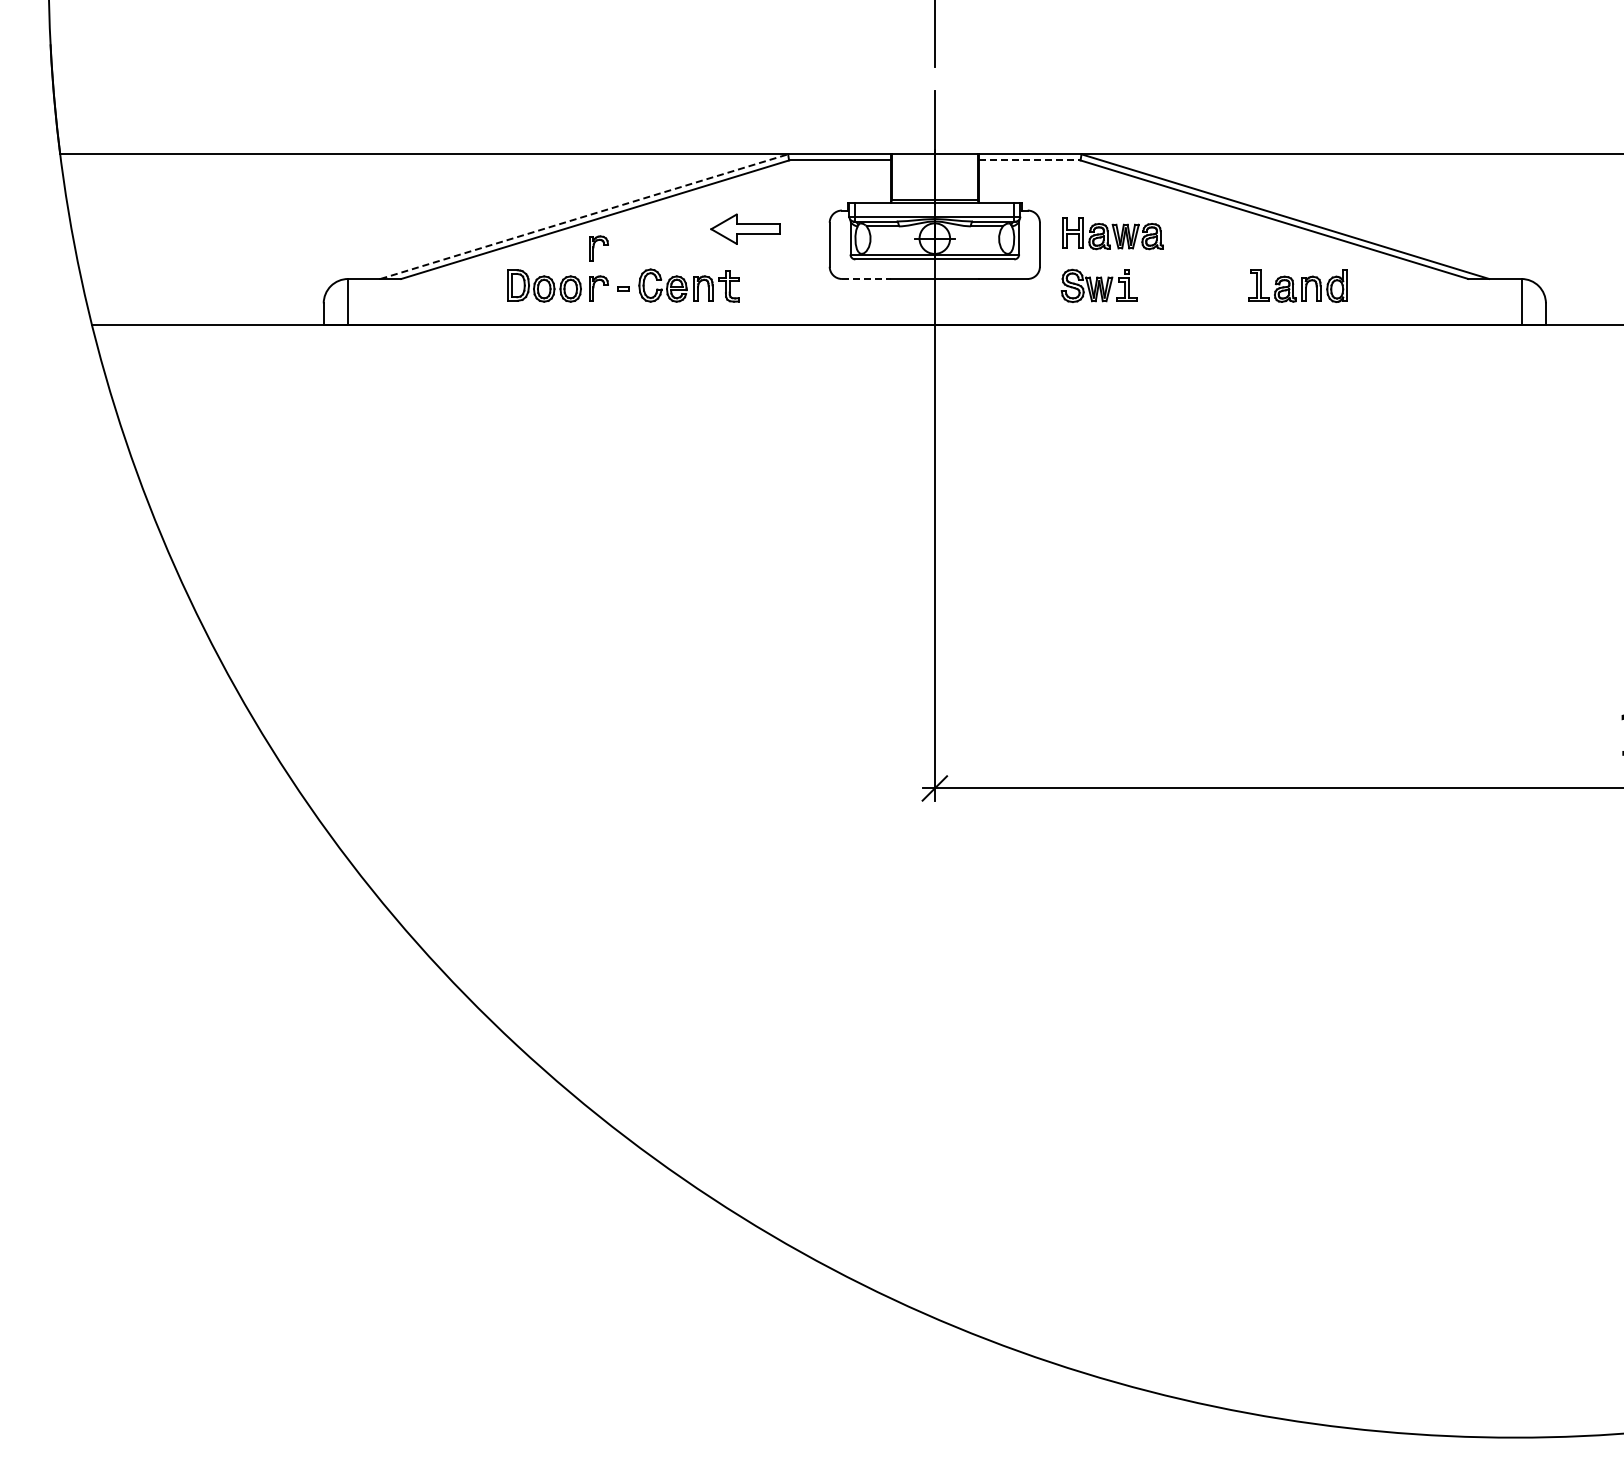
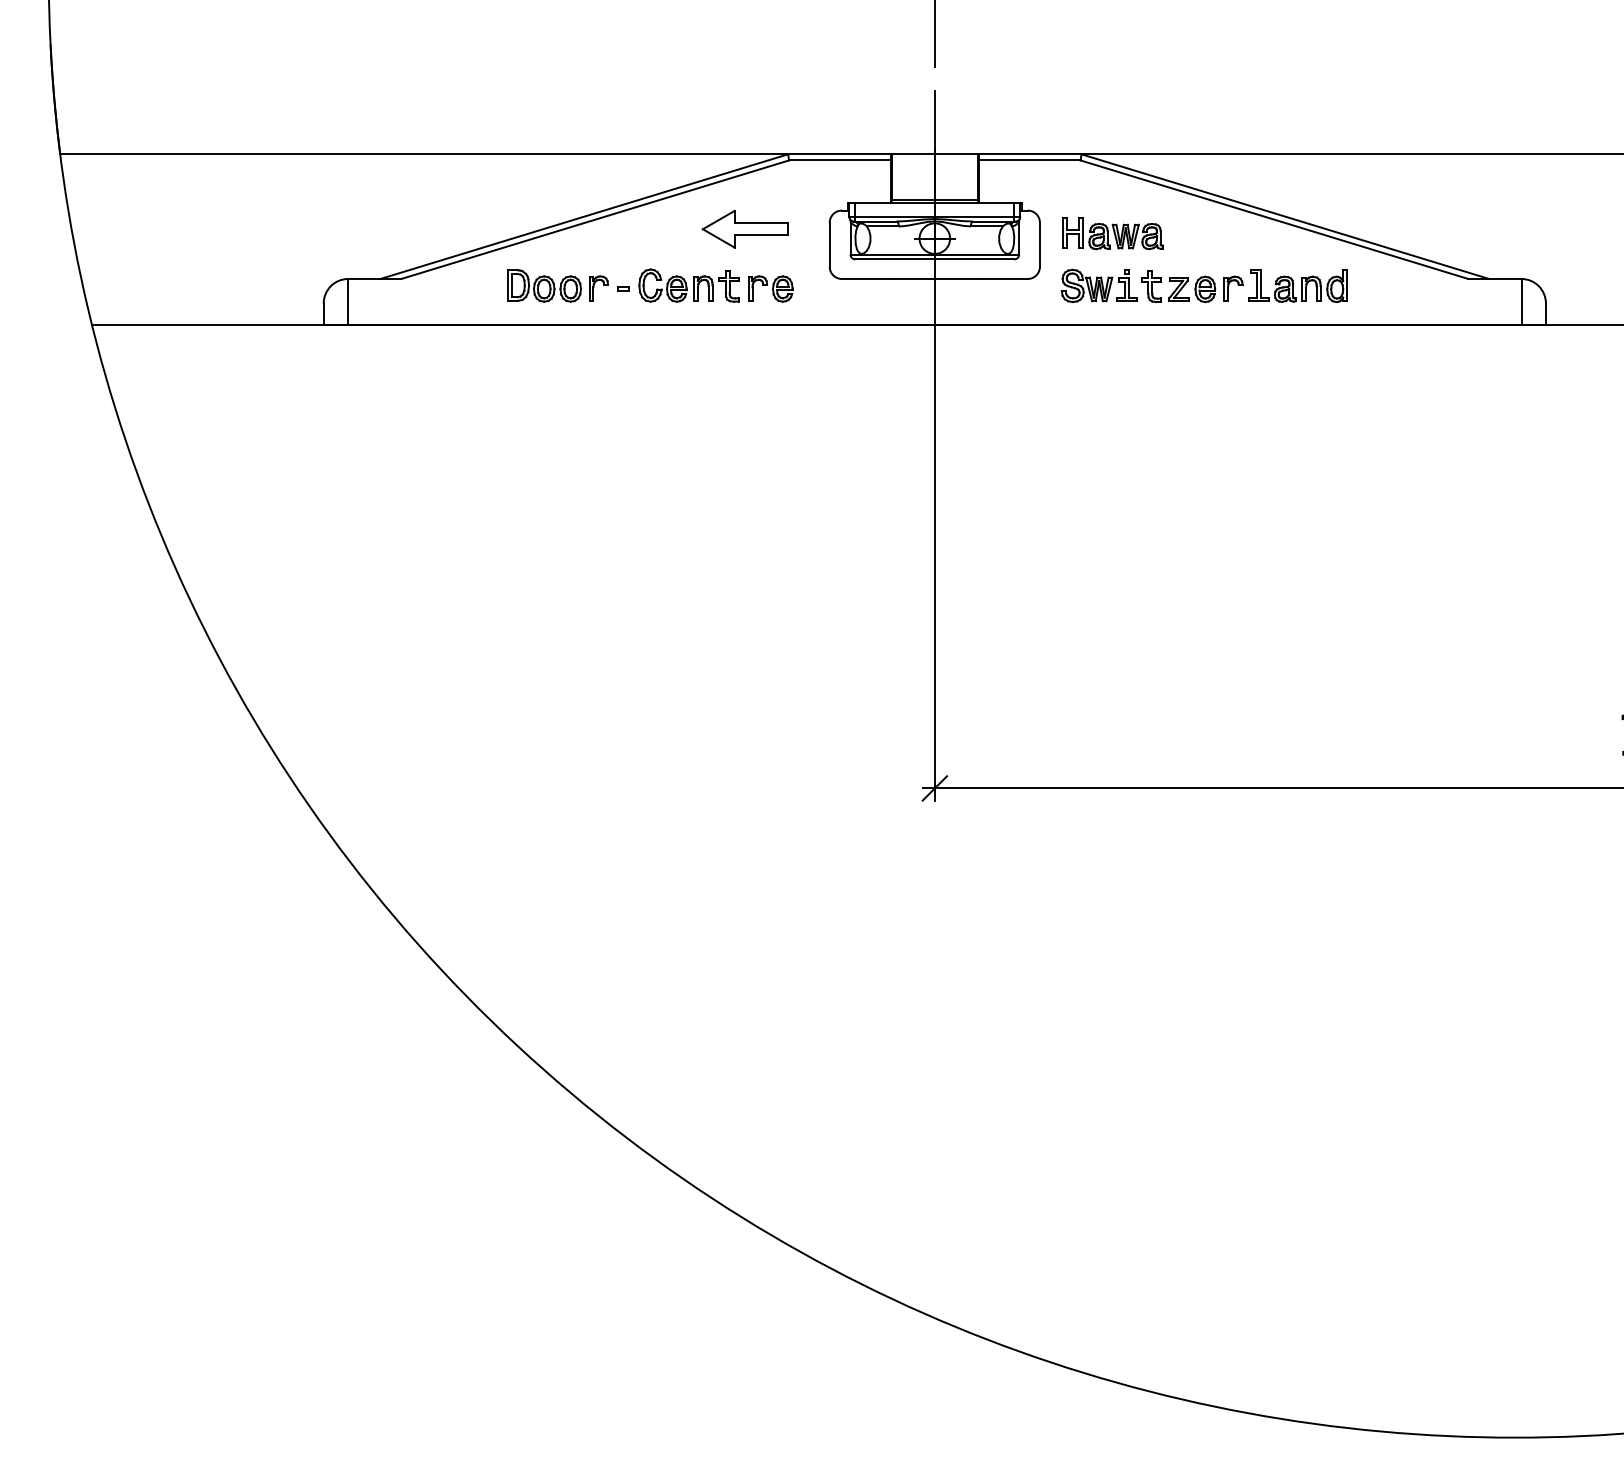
line at (1029, 160): dashed -> solid
line at (584, 216): dashed -> solid
part at (745, 228) size: 71x32 px -> 88x40 px
part at (598, 248): present -> none
line at (866, 278): dashed -> solid
part at (1192, 286): none -> present
part at (770, 288): none -> present
